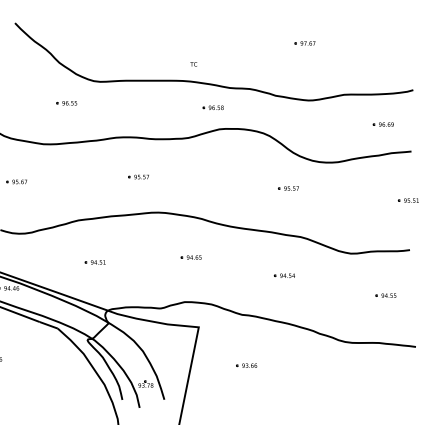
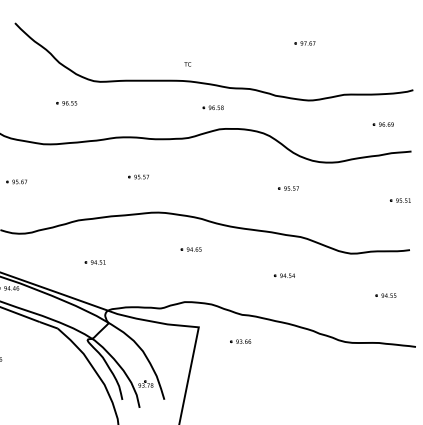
text at (193, 64) position: (193, 64) -> (187, 64)
part at (407, 200) position: (407, 200) -> (399, 200)
part at (190, 257) position: (190, 257) -> (190, 249)
part at (246, 365) position: (246, 365) -> (240, 341)
